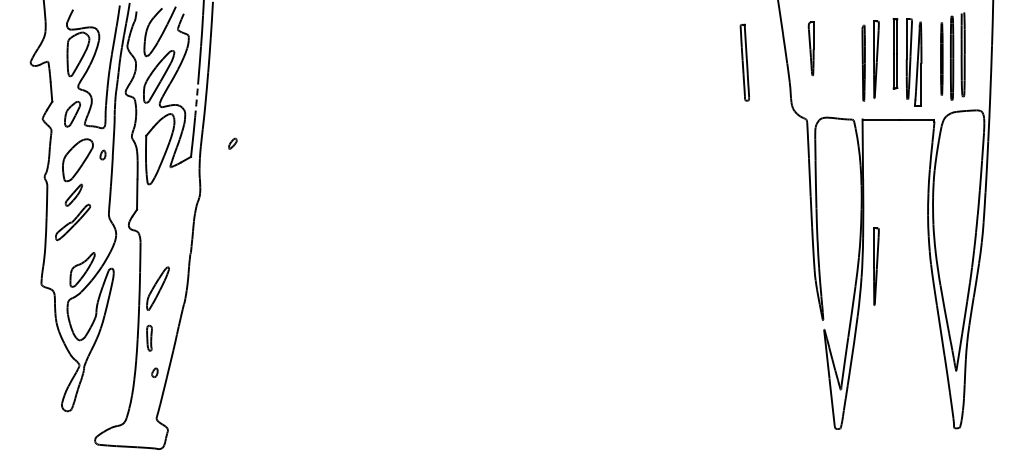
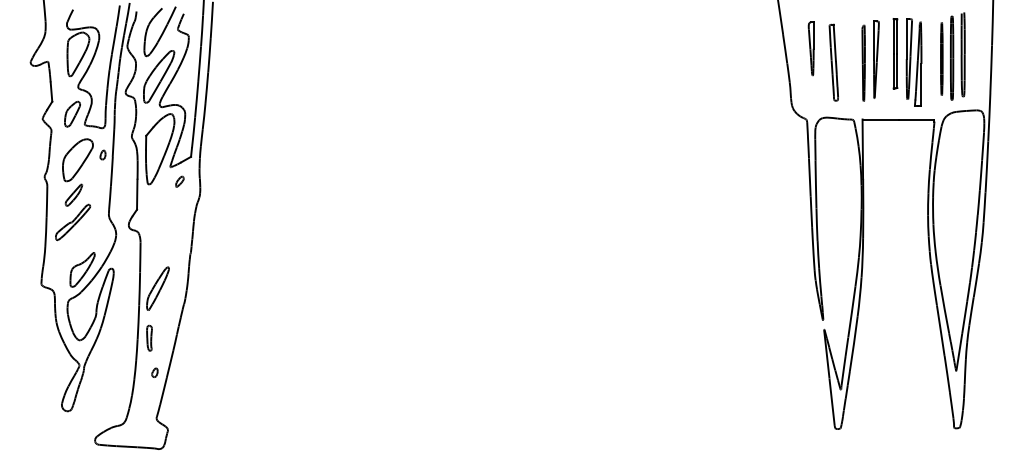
part at (744, 62) position: (744, 62) -> (833, 62)
arc at (196, 99): dashed -> solid
part at (232, 143) position: (232, 143) -> (179, 181)
part at (876, 266): present -> none
